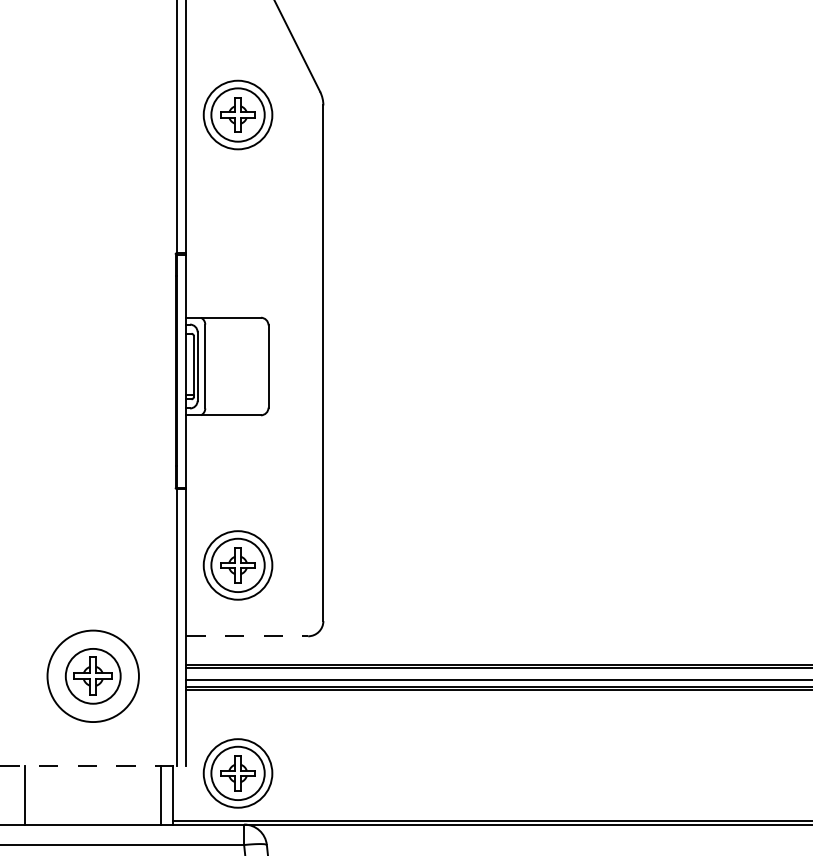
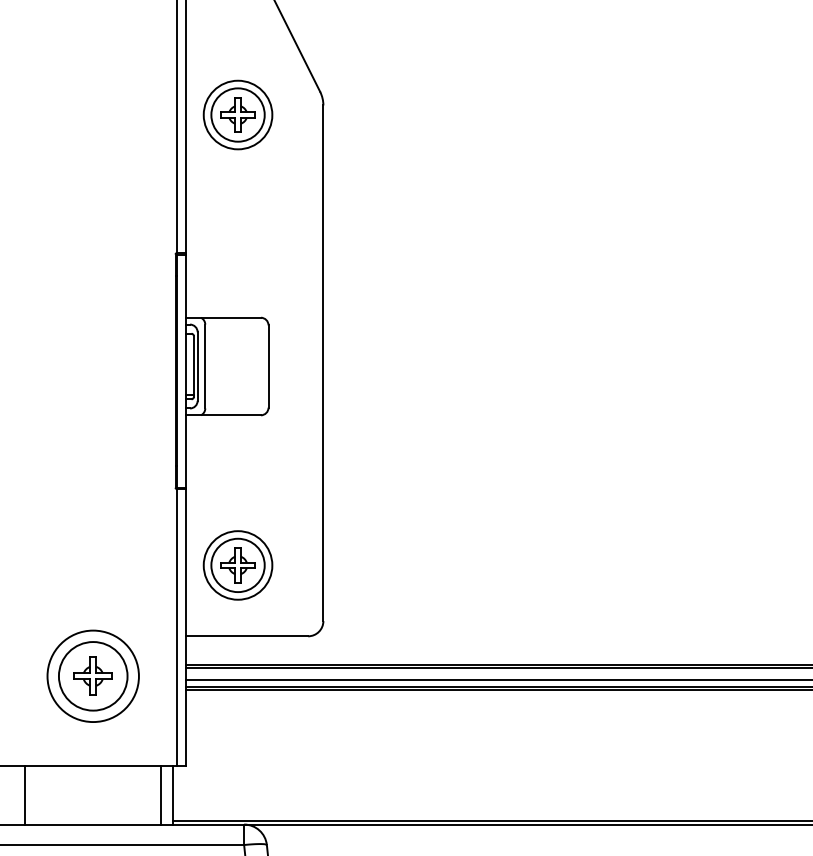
line at (247, 636): dashed -> solid
circle at (92, 675) diameter: 55 px -> 69 px
line at (93, 765): dashed -> solid
part at (237, 773): present -> none
